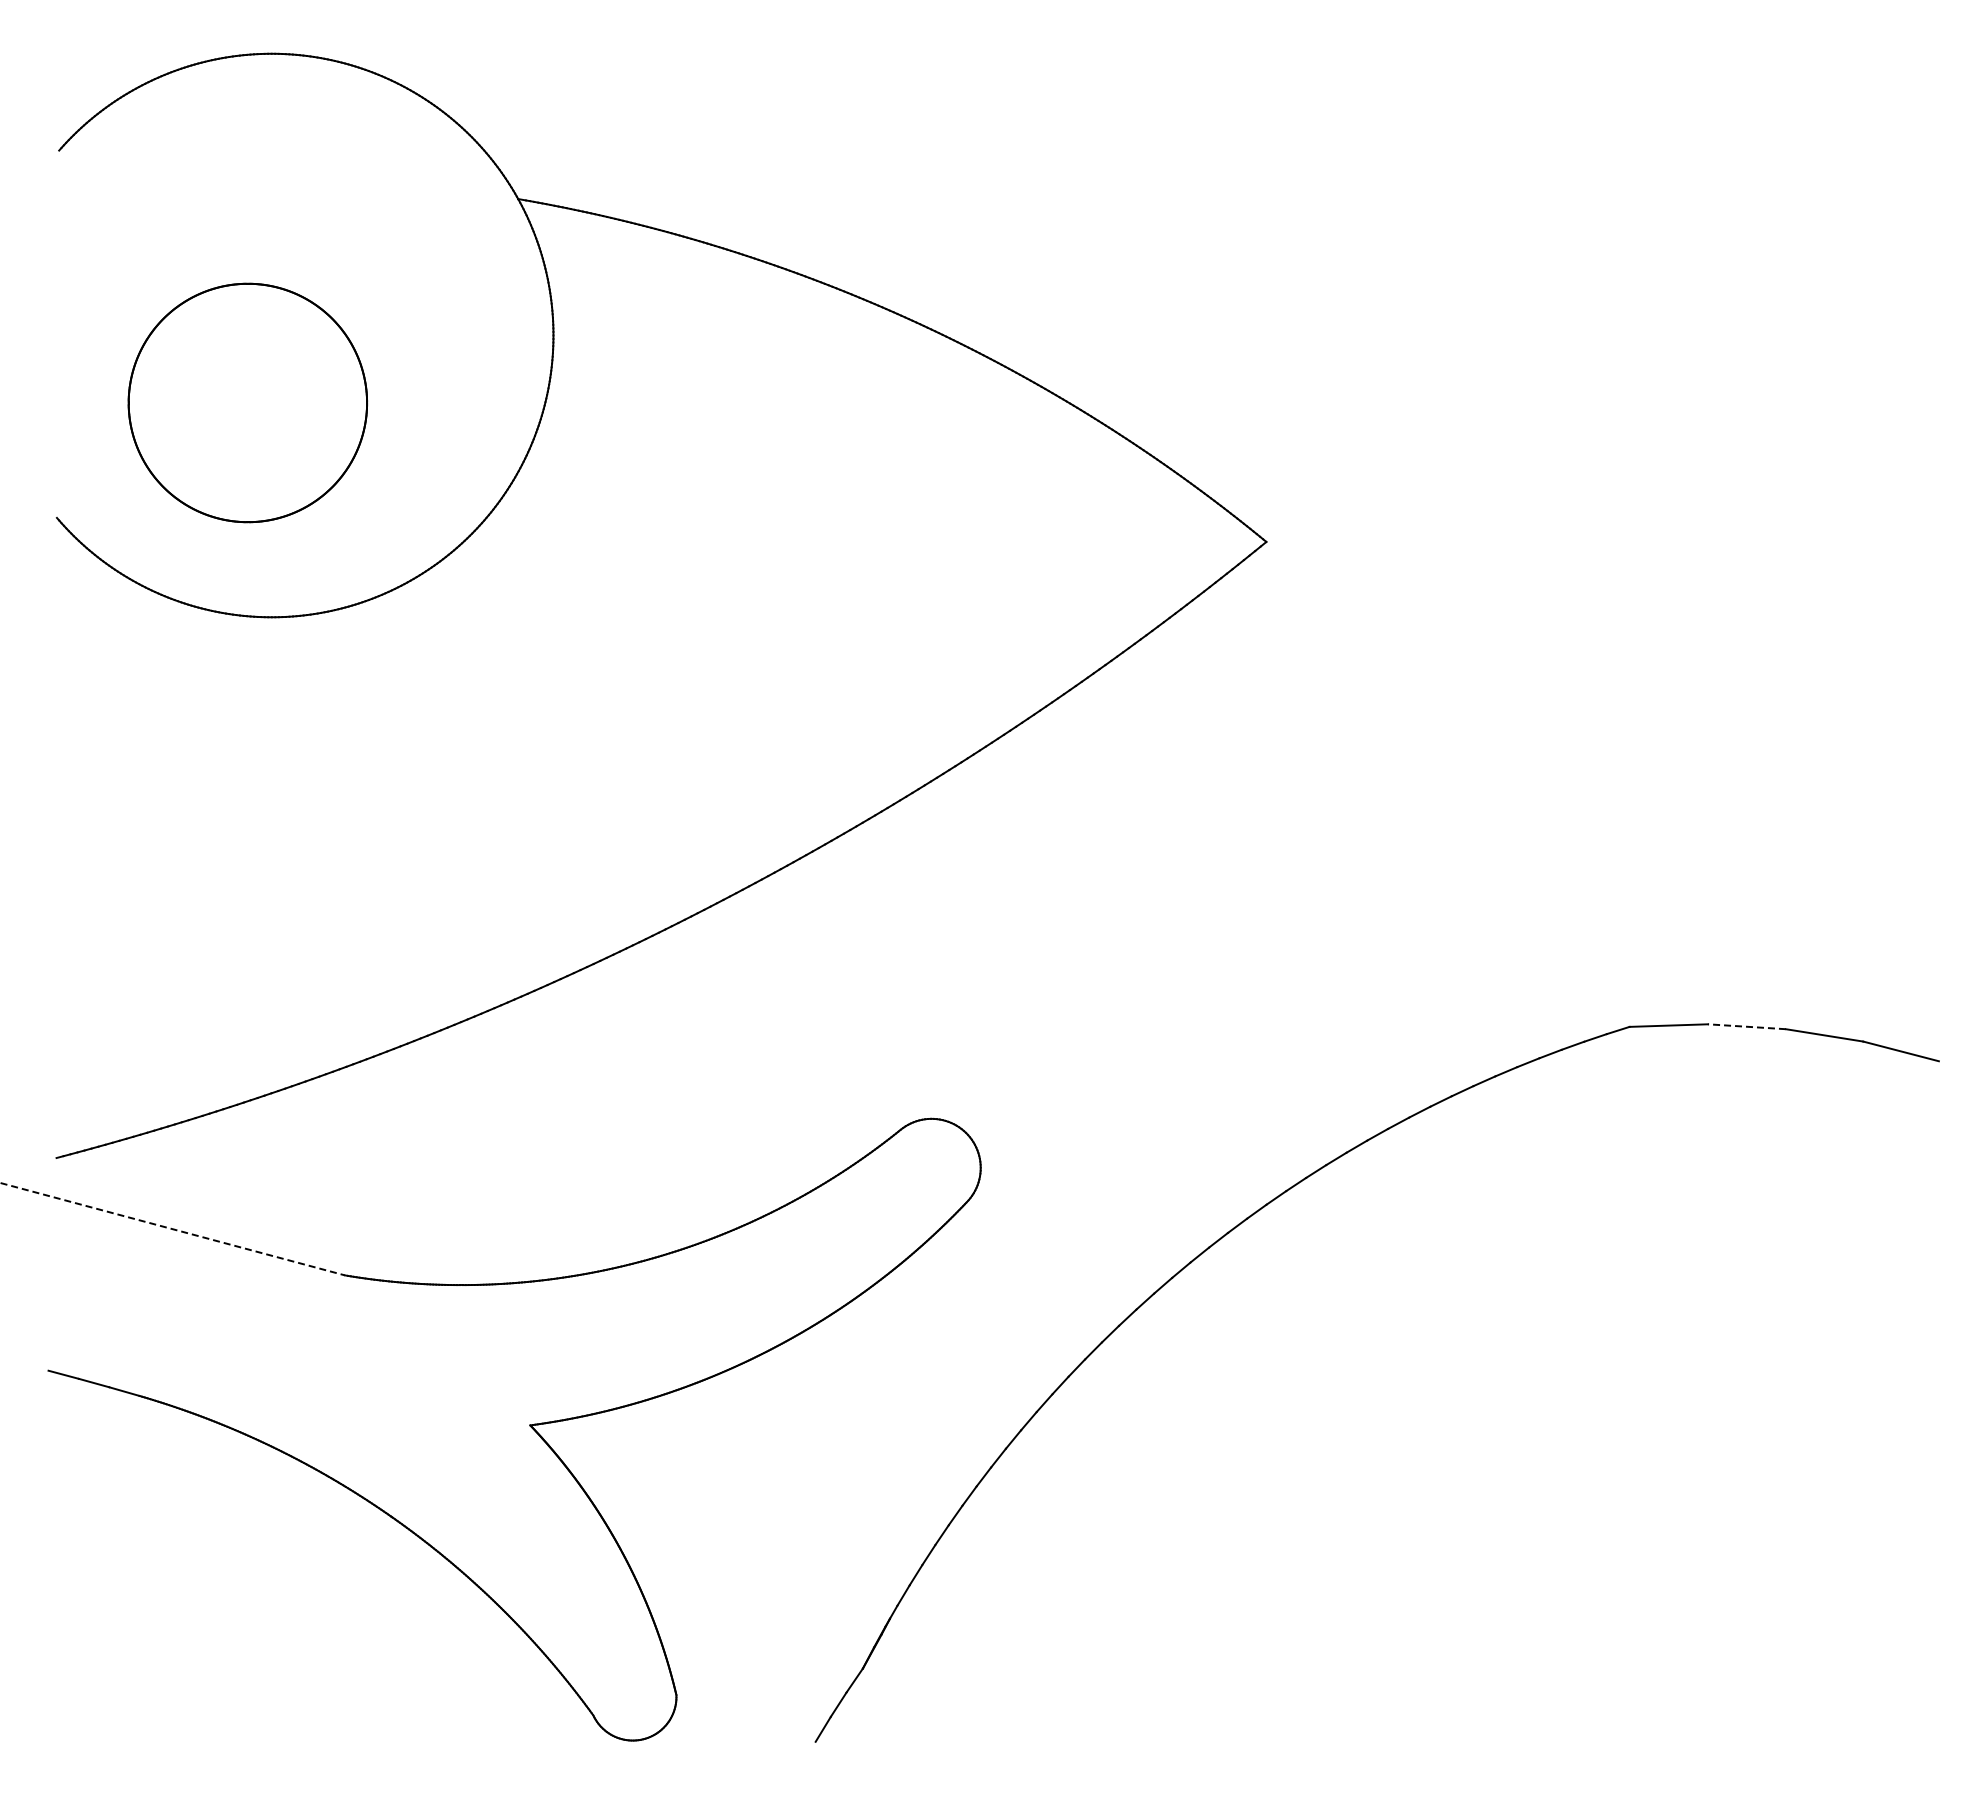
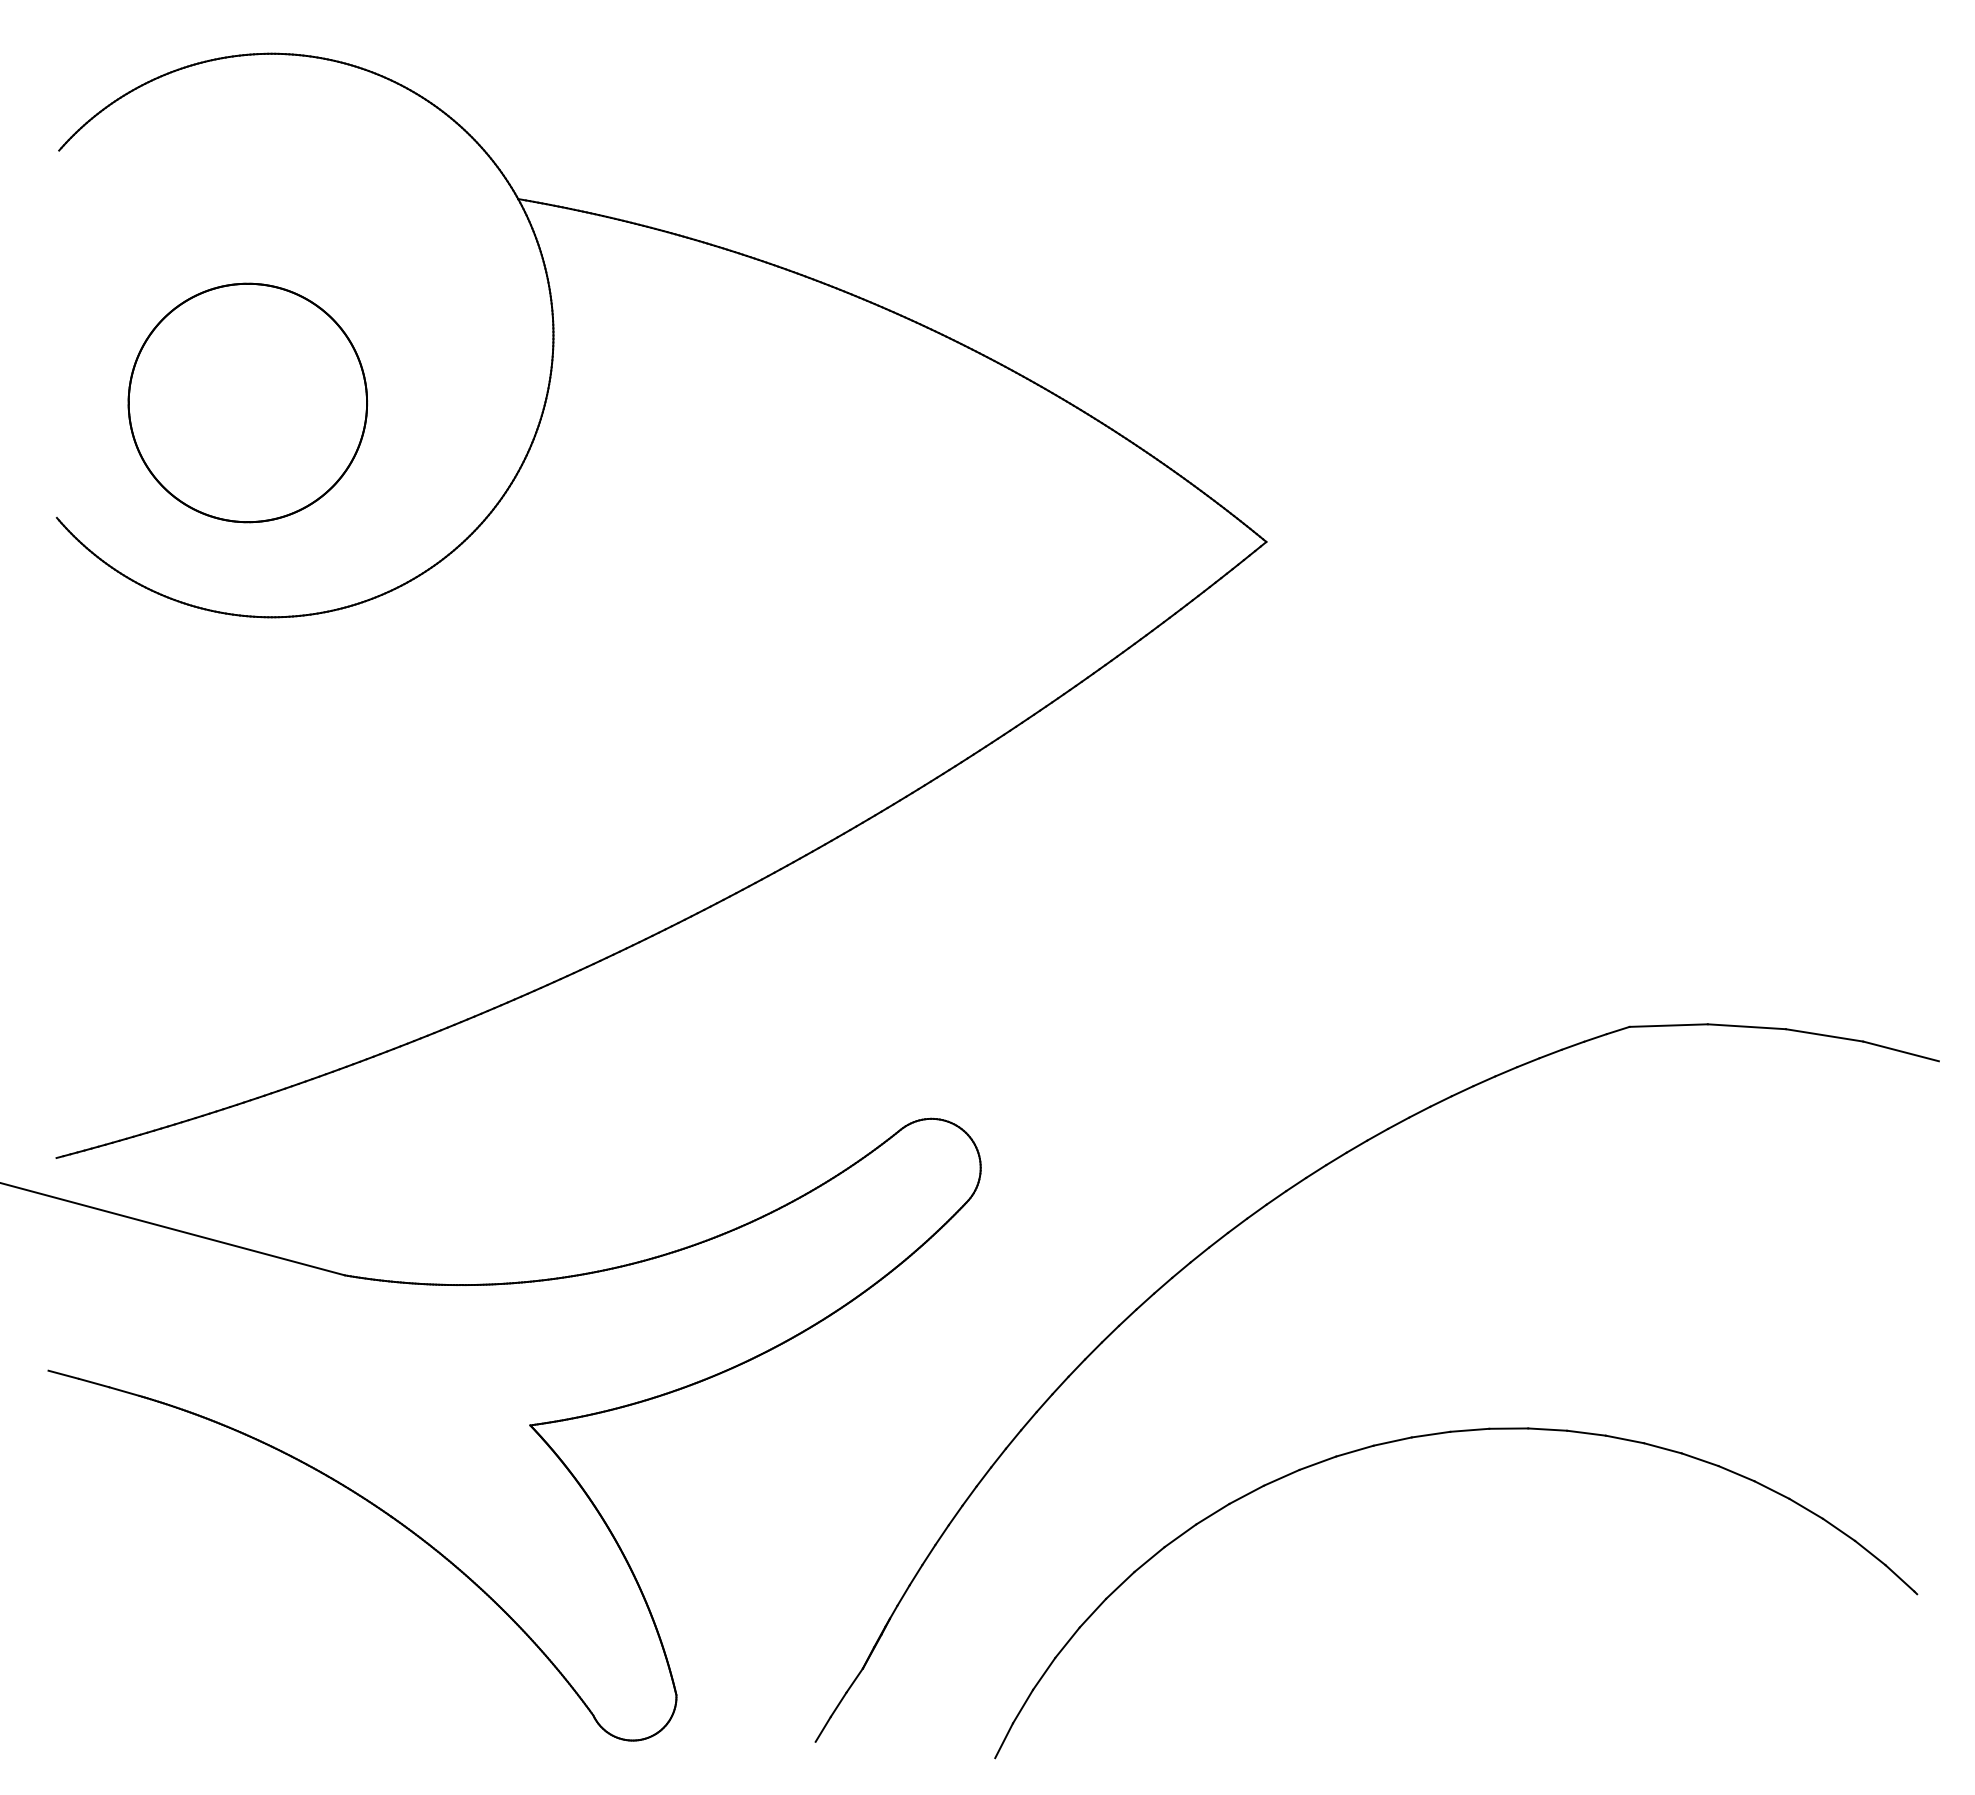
line at (1746, 1026): dashed -> solid
line at (173, 1229): dashed -> solid
part at (1427, 1436): none -> present
